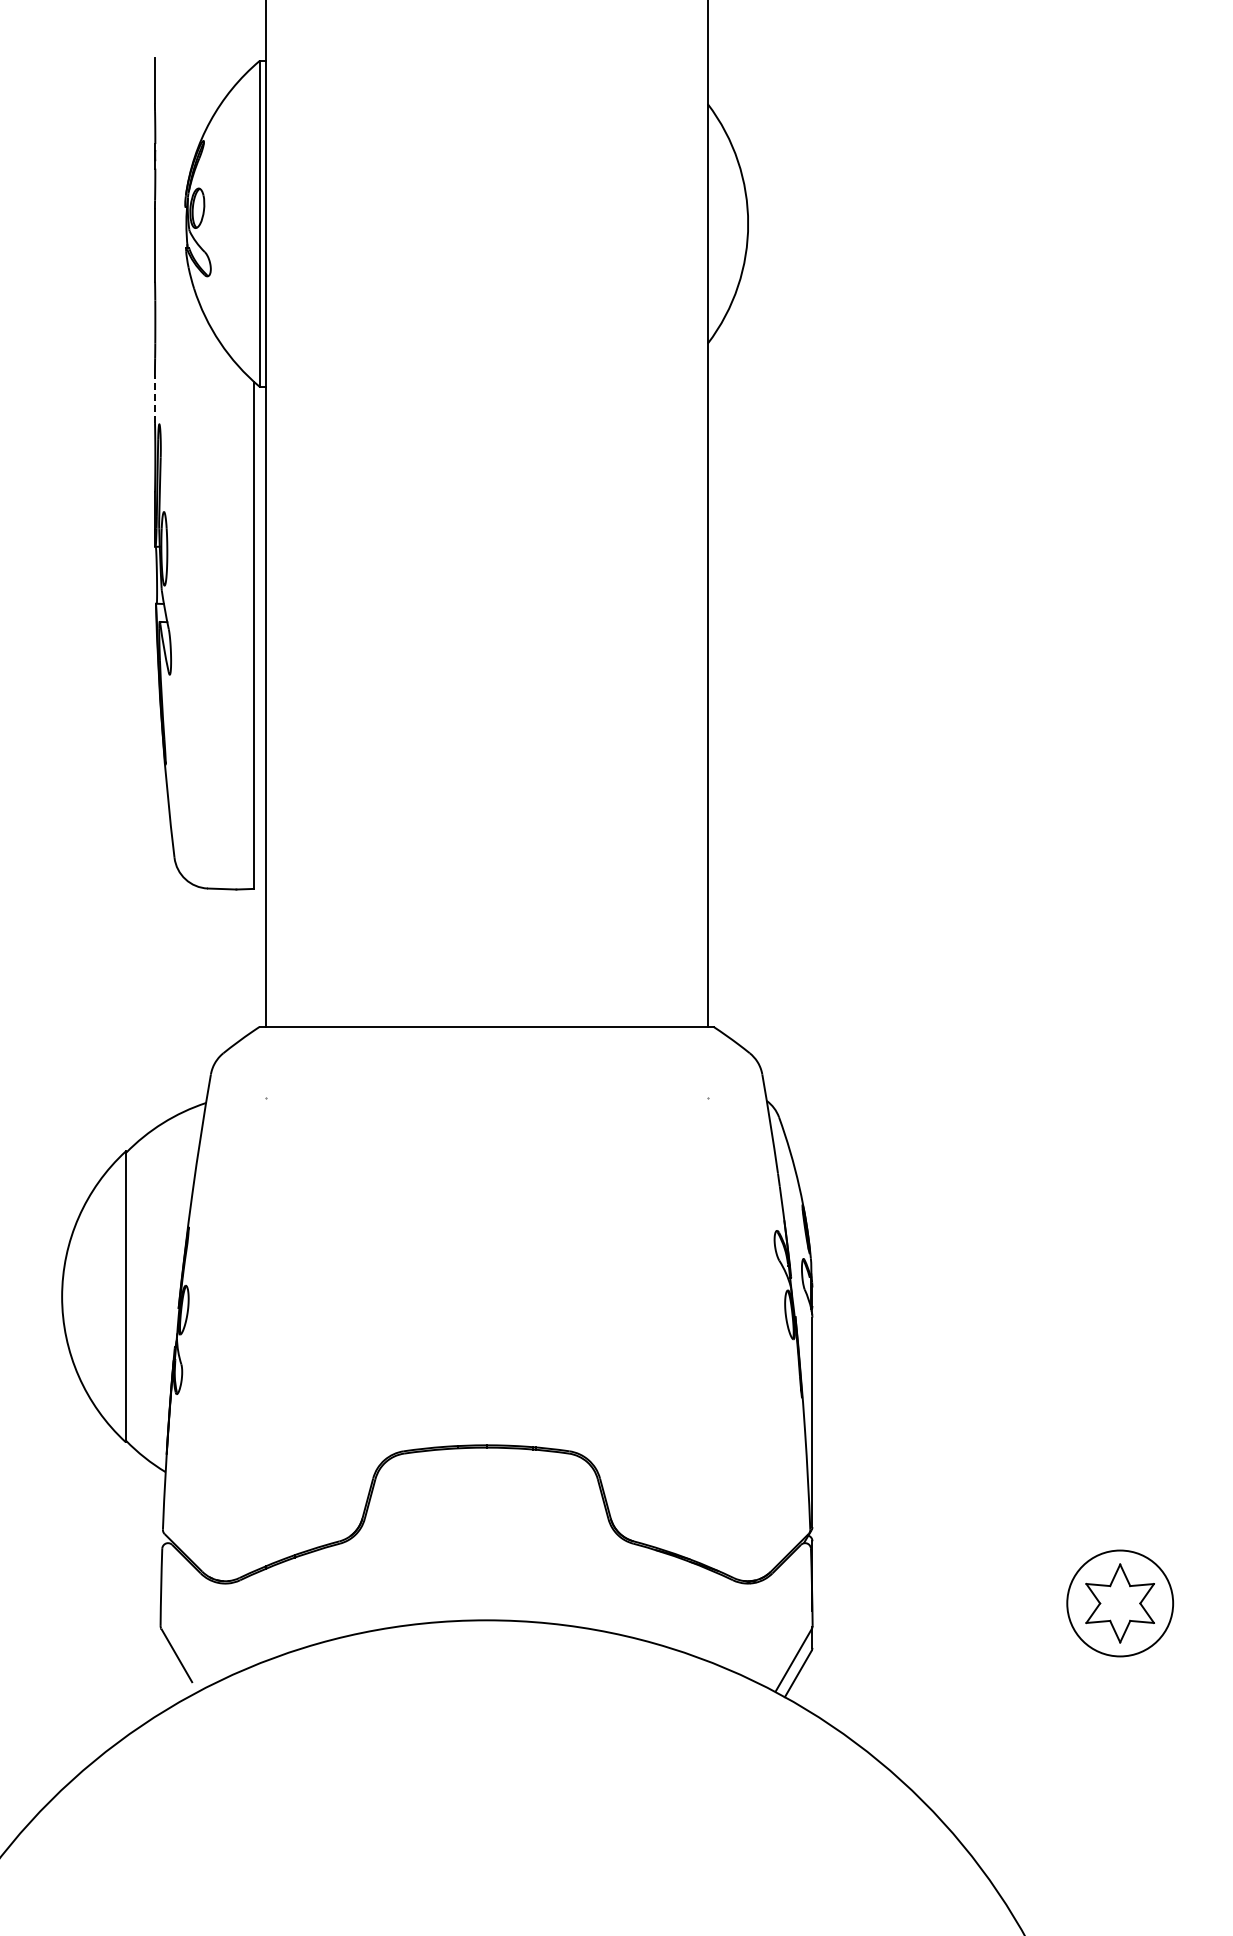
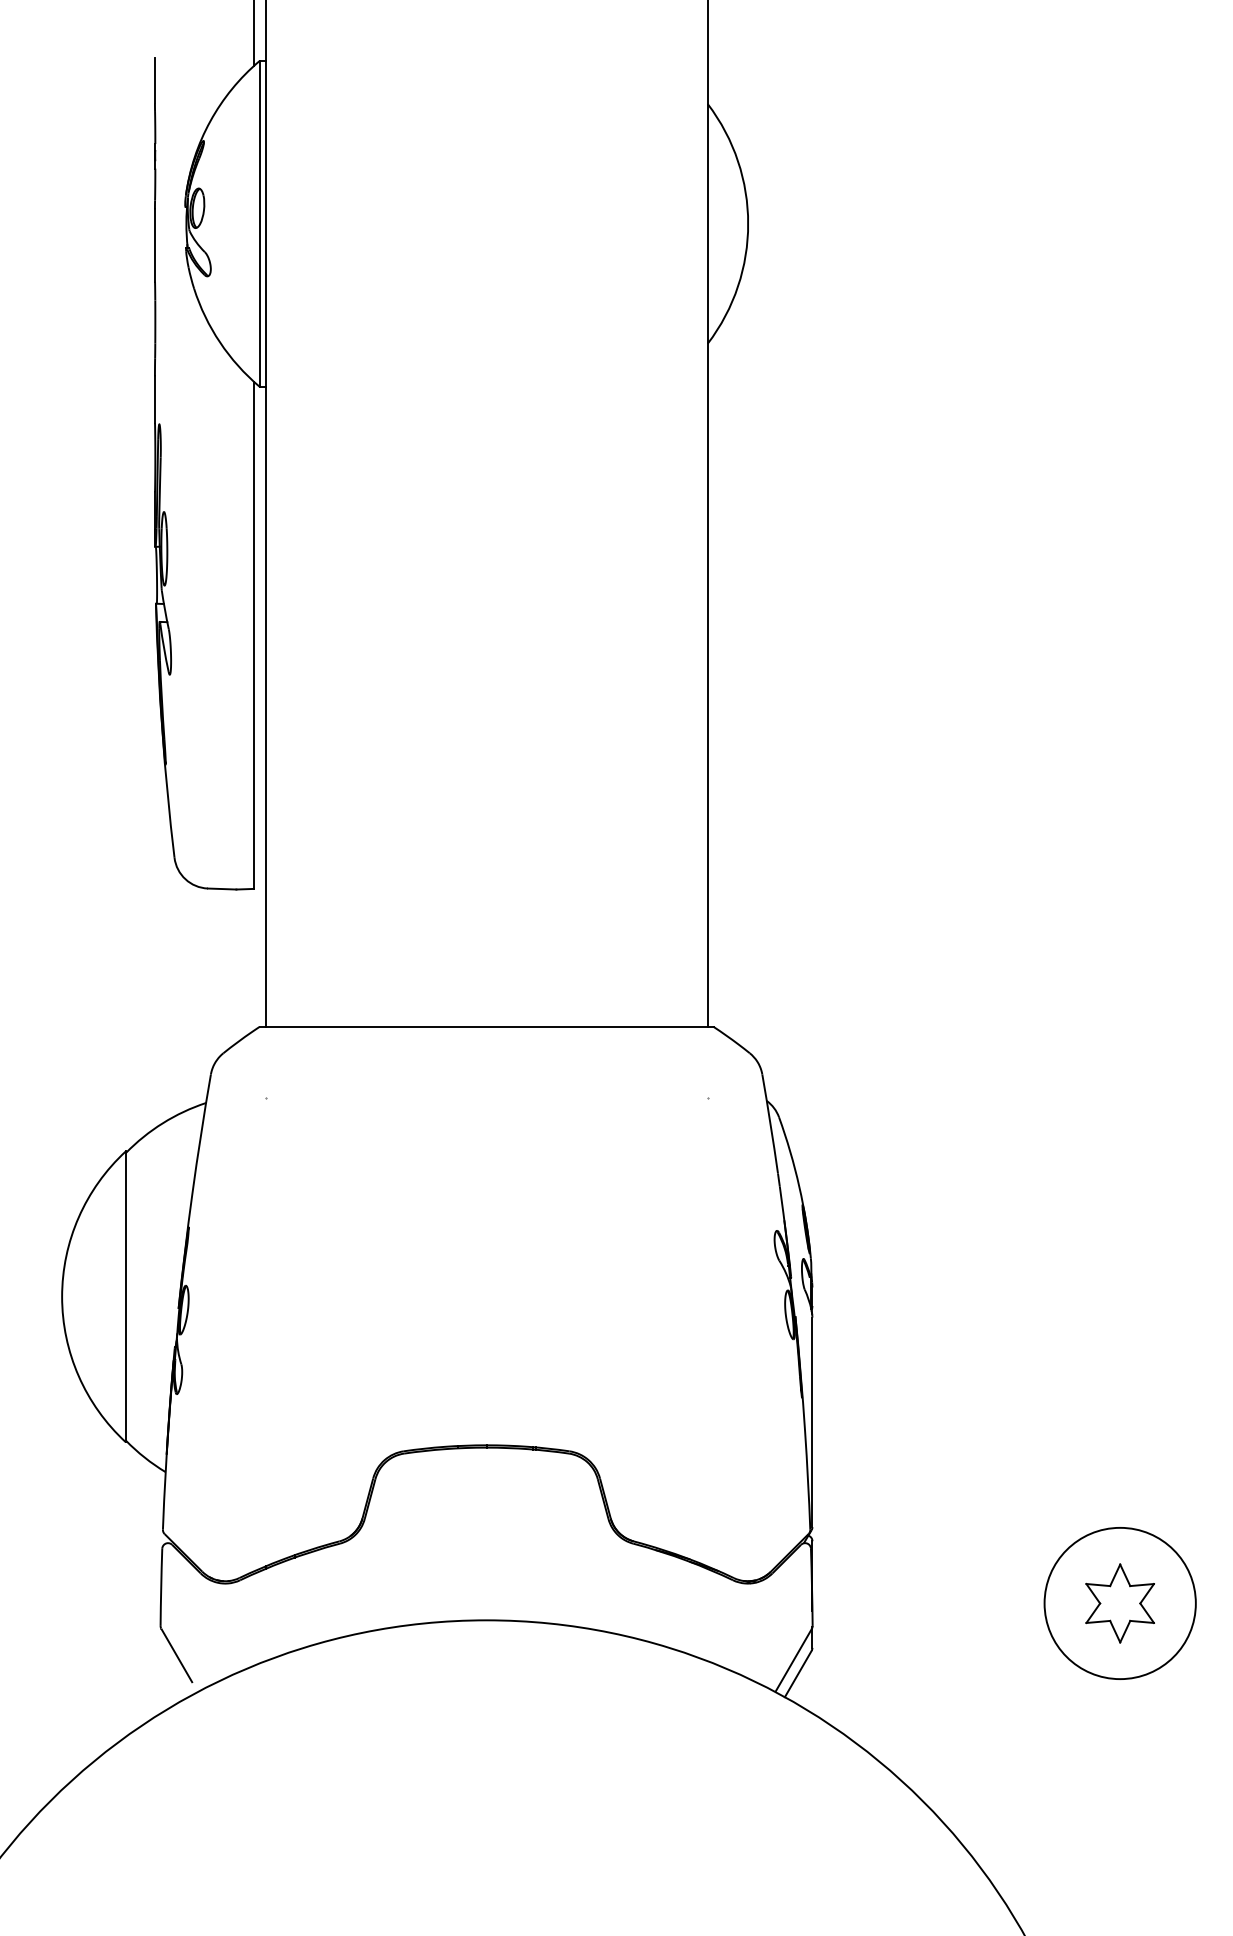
line at (253, 34): none -> present
line at (154, 399): dashed -> solid
circle at (1120, 1603) diameter: 106 px -> 151 px
